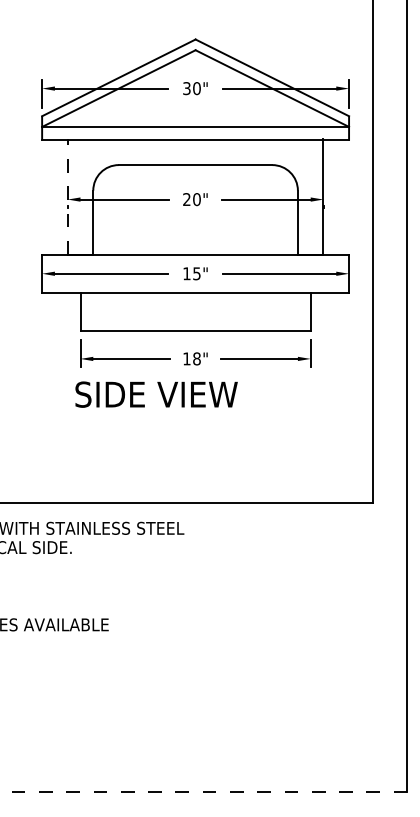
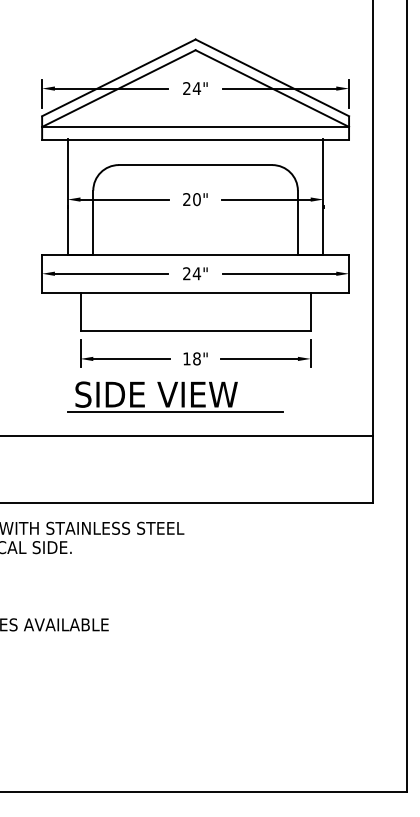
text at (192, 88): 30" -> 24"
line at (67, 197): dashed -> solid
text at (192, 273): 15" -> 24"
line at (175, 412): none -> present
line at (187, 435): none -> present
line at (204, 792): dashed -> solid
